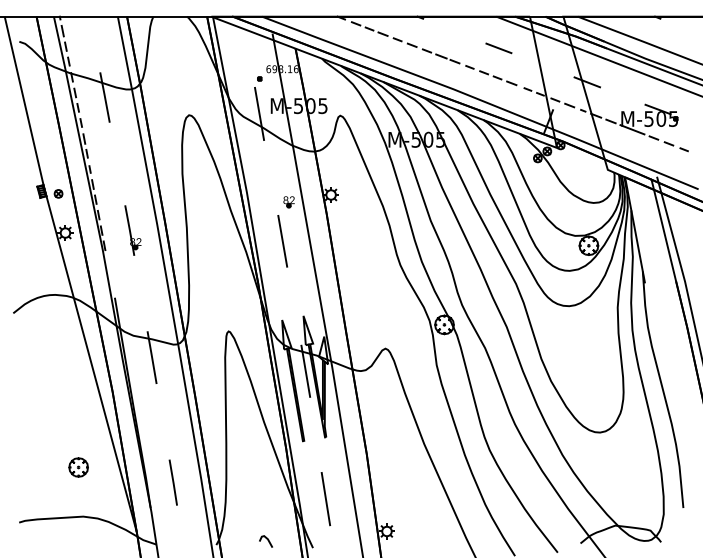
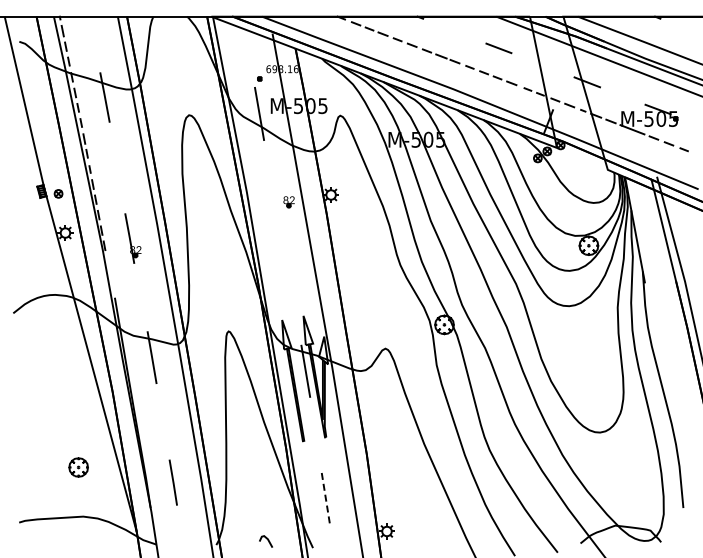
part at (132, 230) position: (132, 230) -> (132, 238)
line at (282, 240): present -> none
line at (326, 499): solid -> dashed
